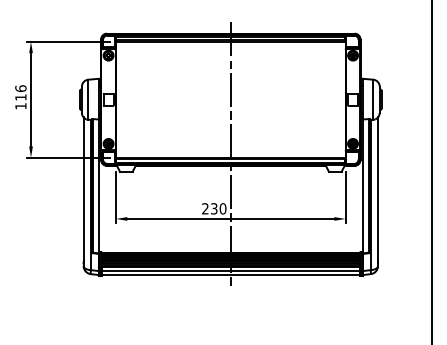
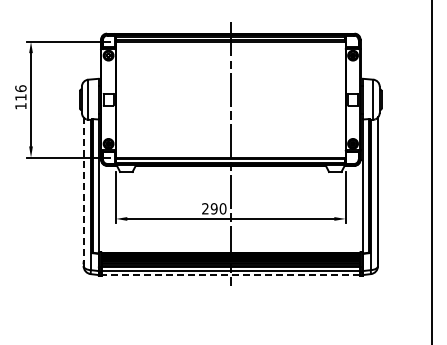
line at (83, 189): solid -> dashed
text at (213, 208): 230 -> 290
line at (230, 275): solid -> dashed
